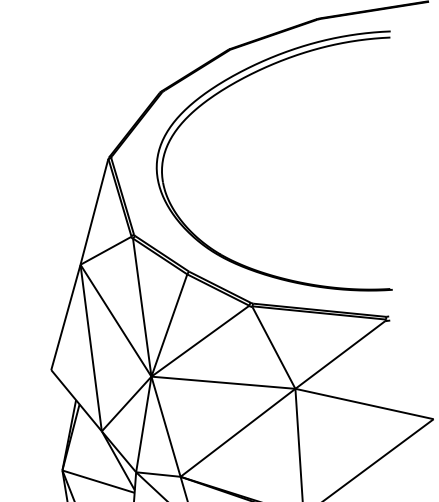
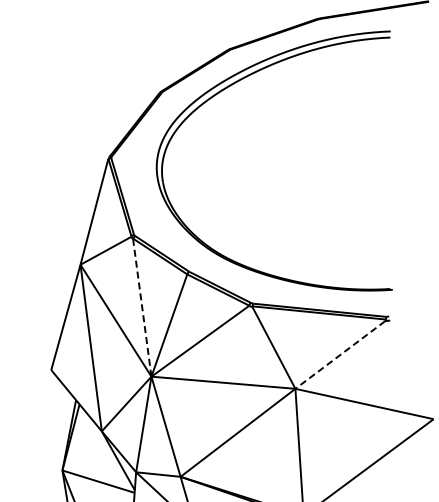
line at (142, 307): solid -> dashed
line at (339, 355): solid -> dashed
